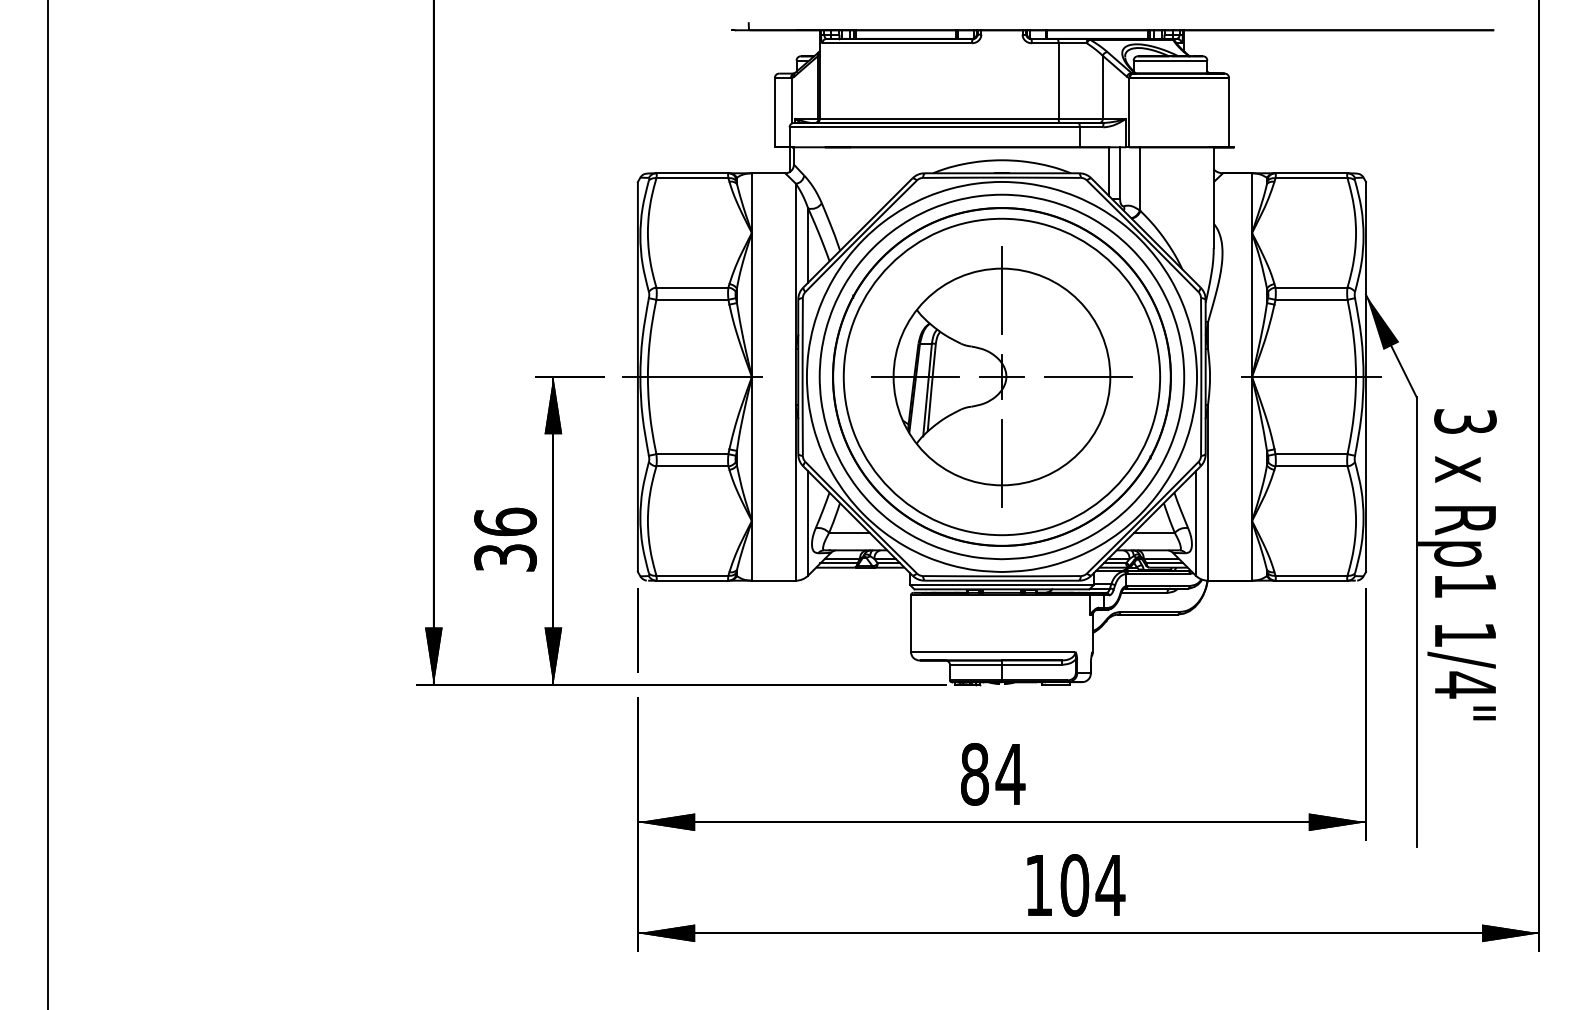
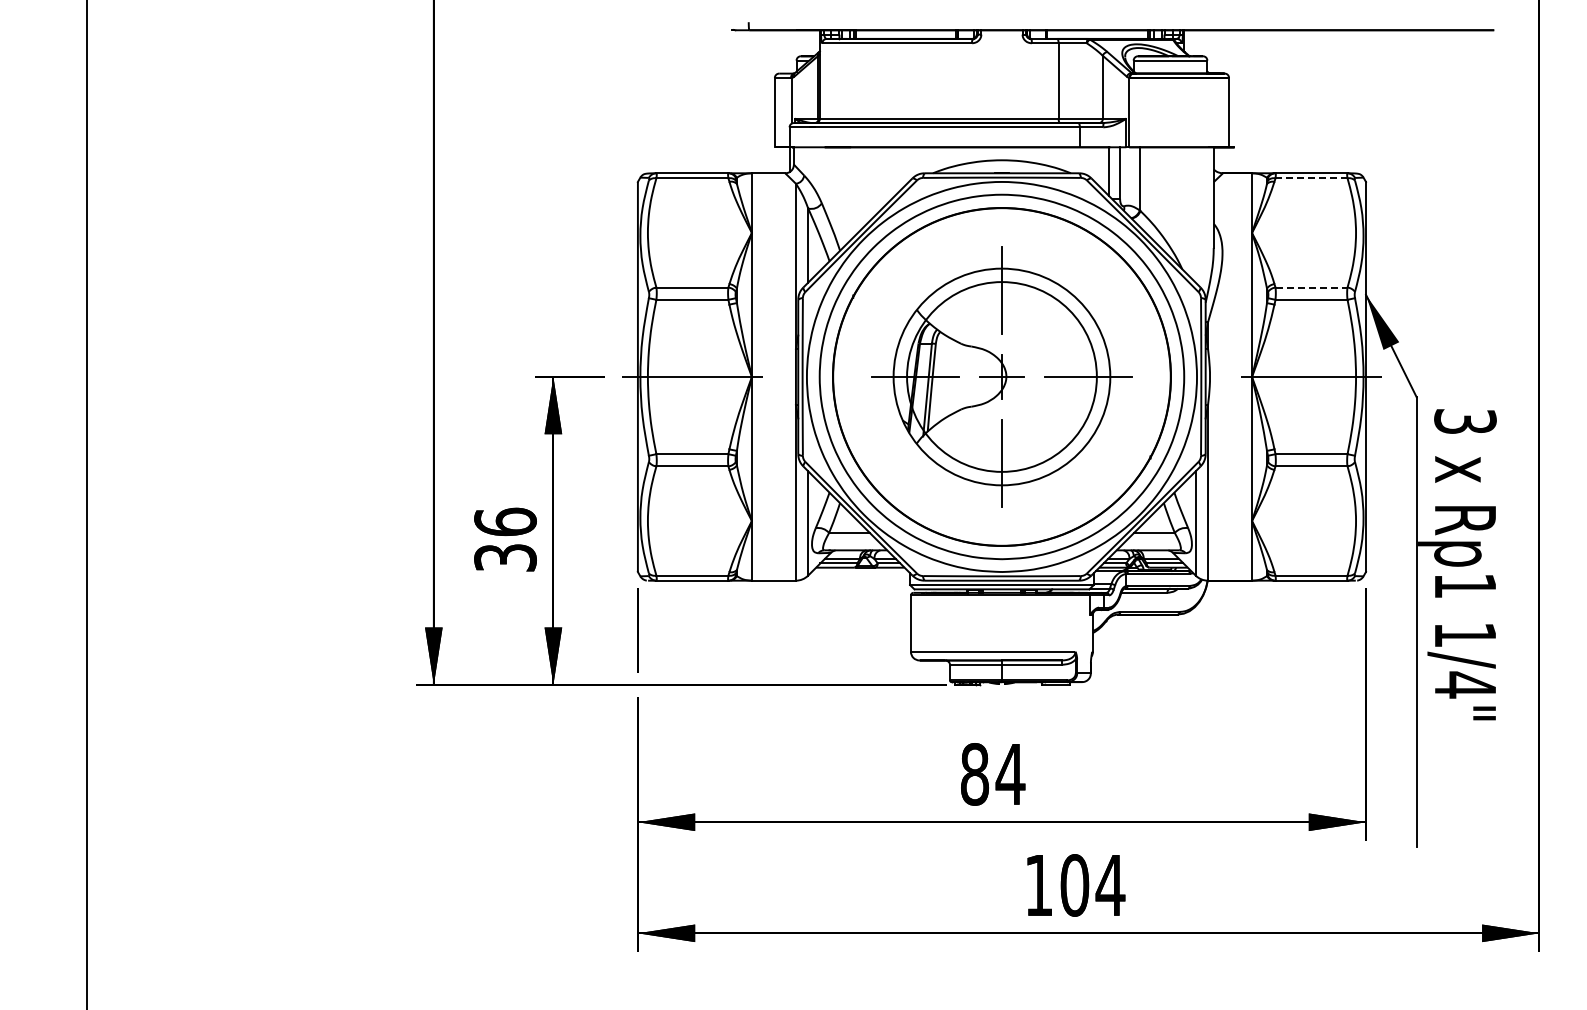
line at (1311, 178): solid -> dashed
line at (1312, 287): solid -> dashed
circle at (1001, 376) diameter: 316 px -> 190 px
line at (47, 504) position: (47, 504) -> (86, 504)
